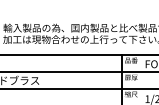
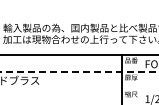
line at (79, 72): solid -> dashed
line at (78, 88): present -> none
